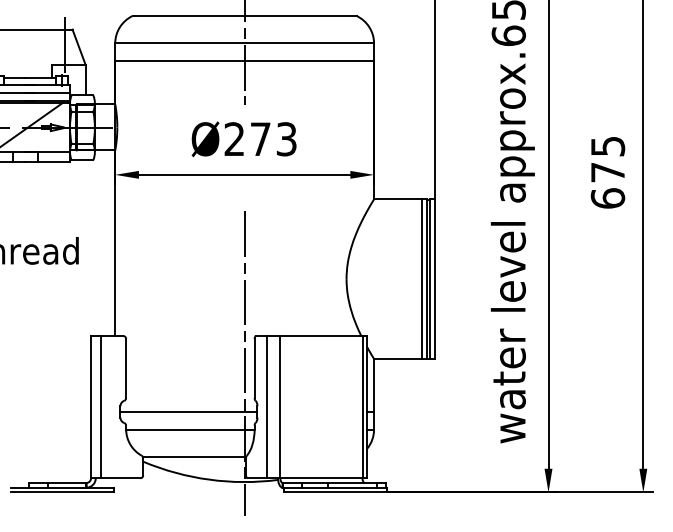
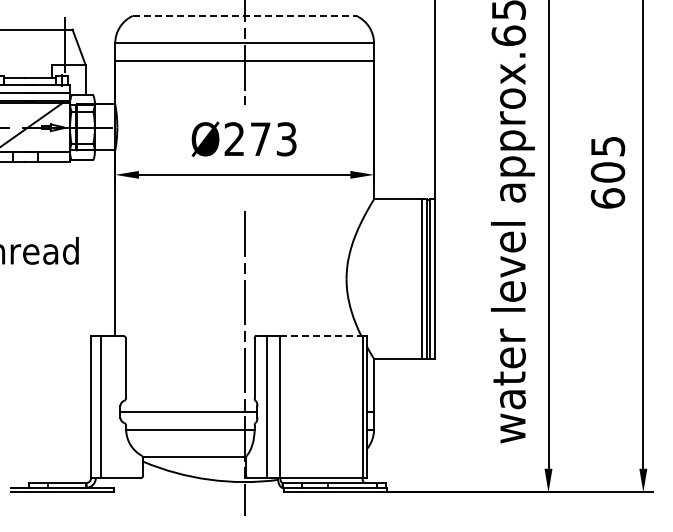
line at (245, 16): solid -> dashed
text at (607, 172): 675 -> 605
line at (321, 336): solid -> dashed
